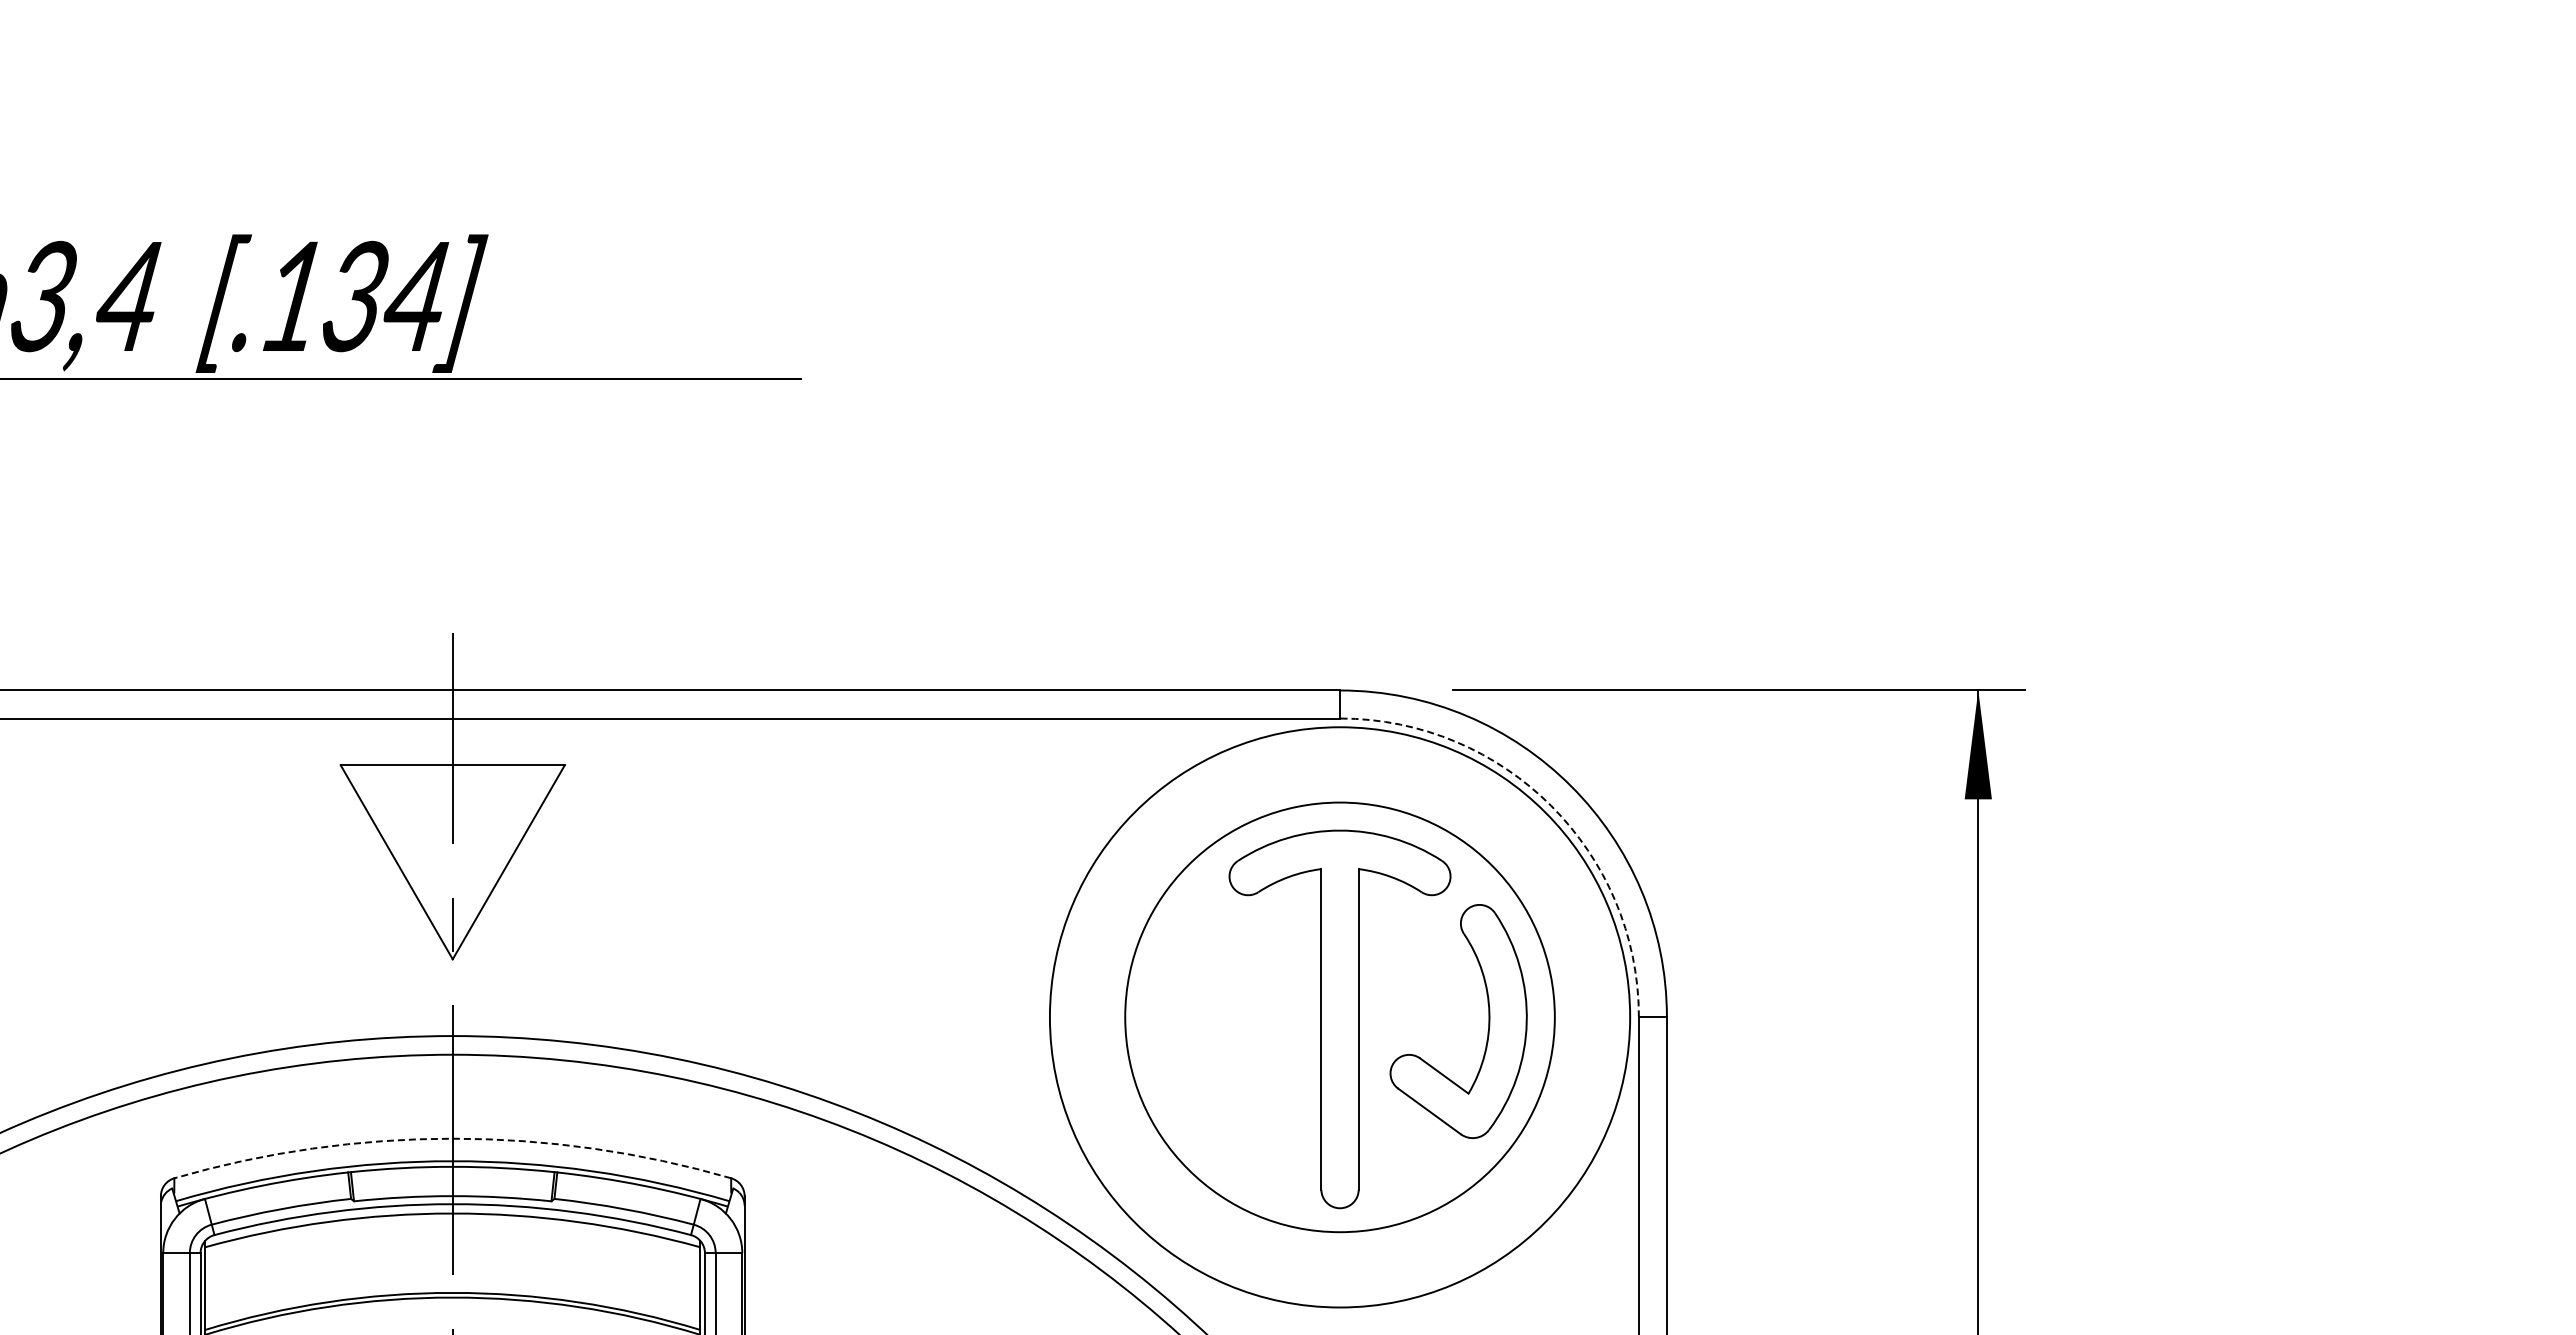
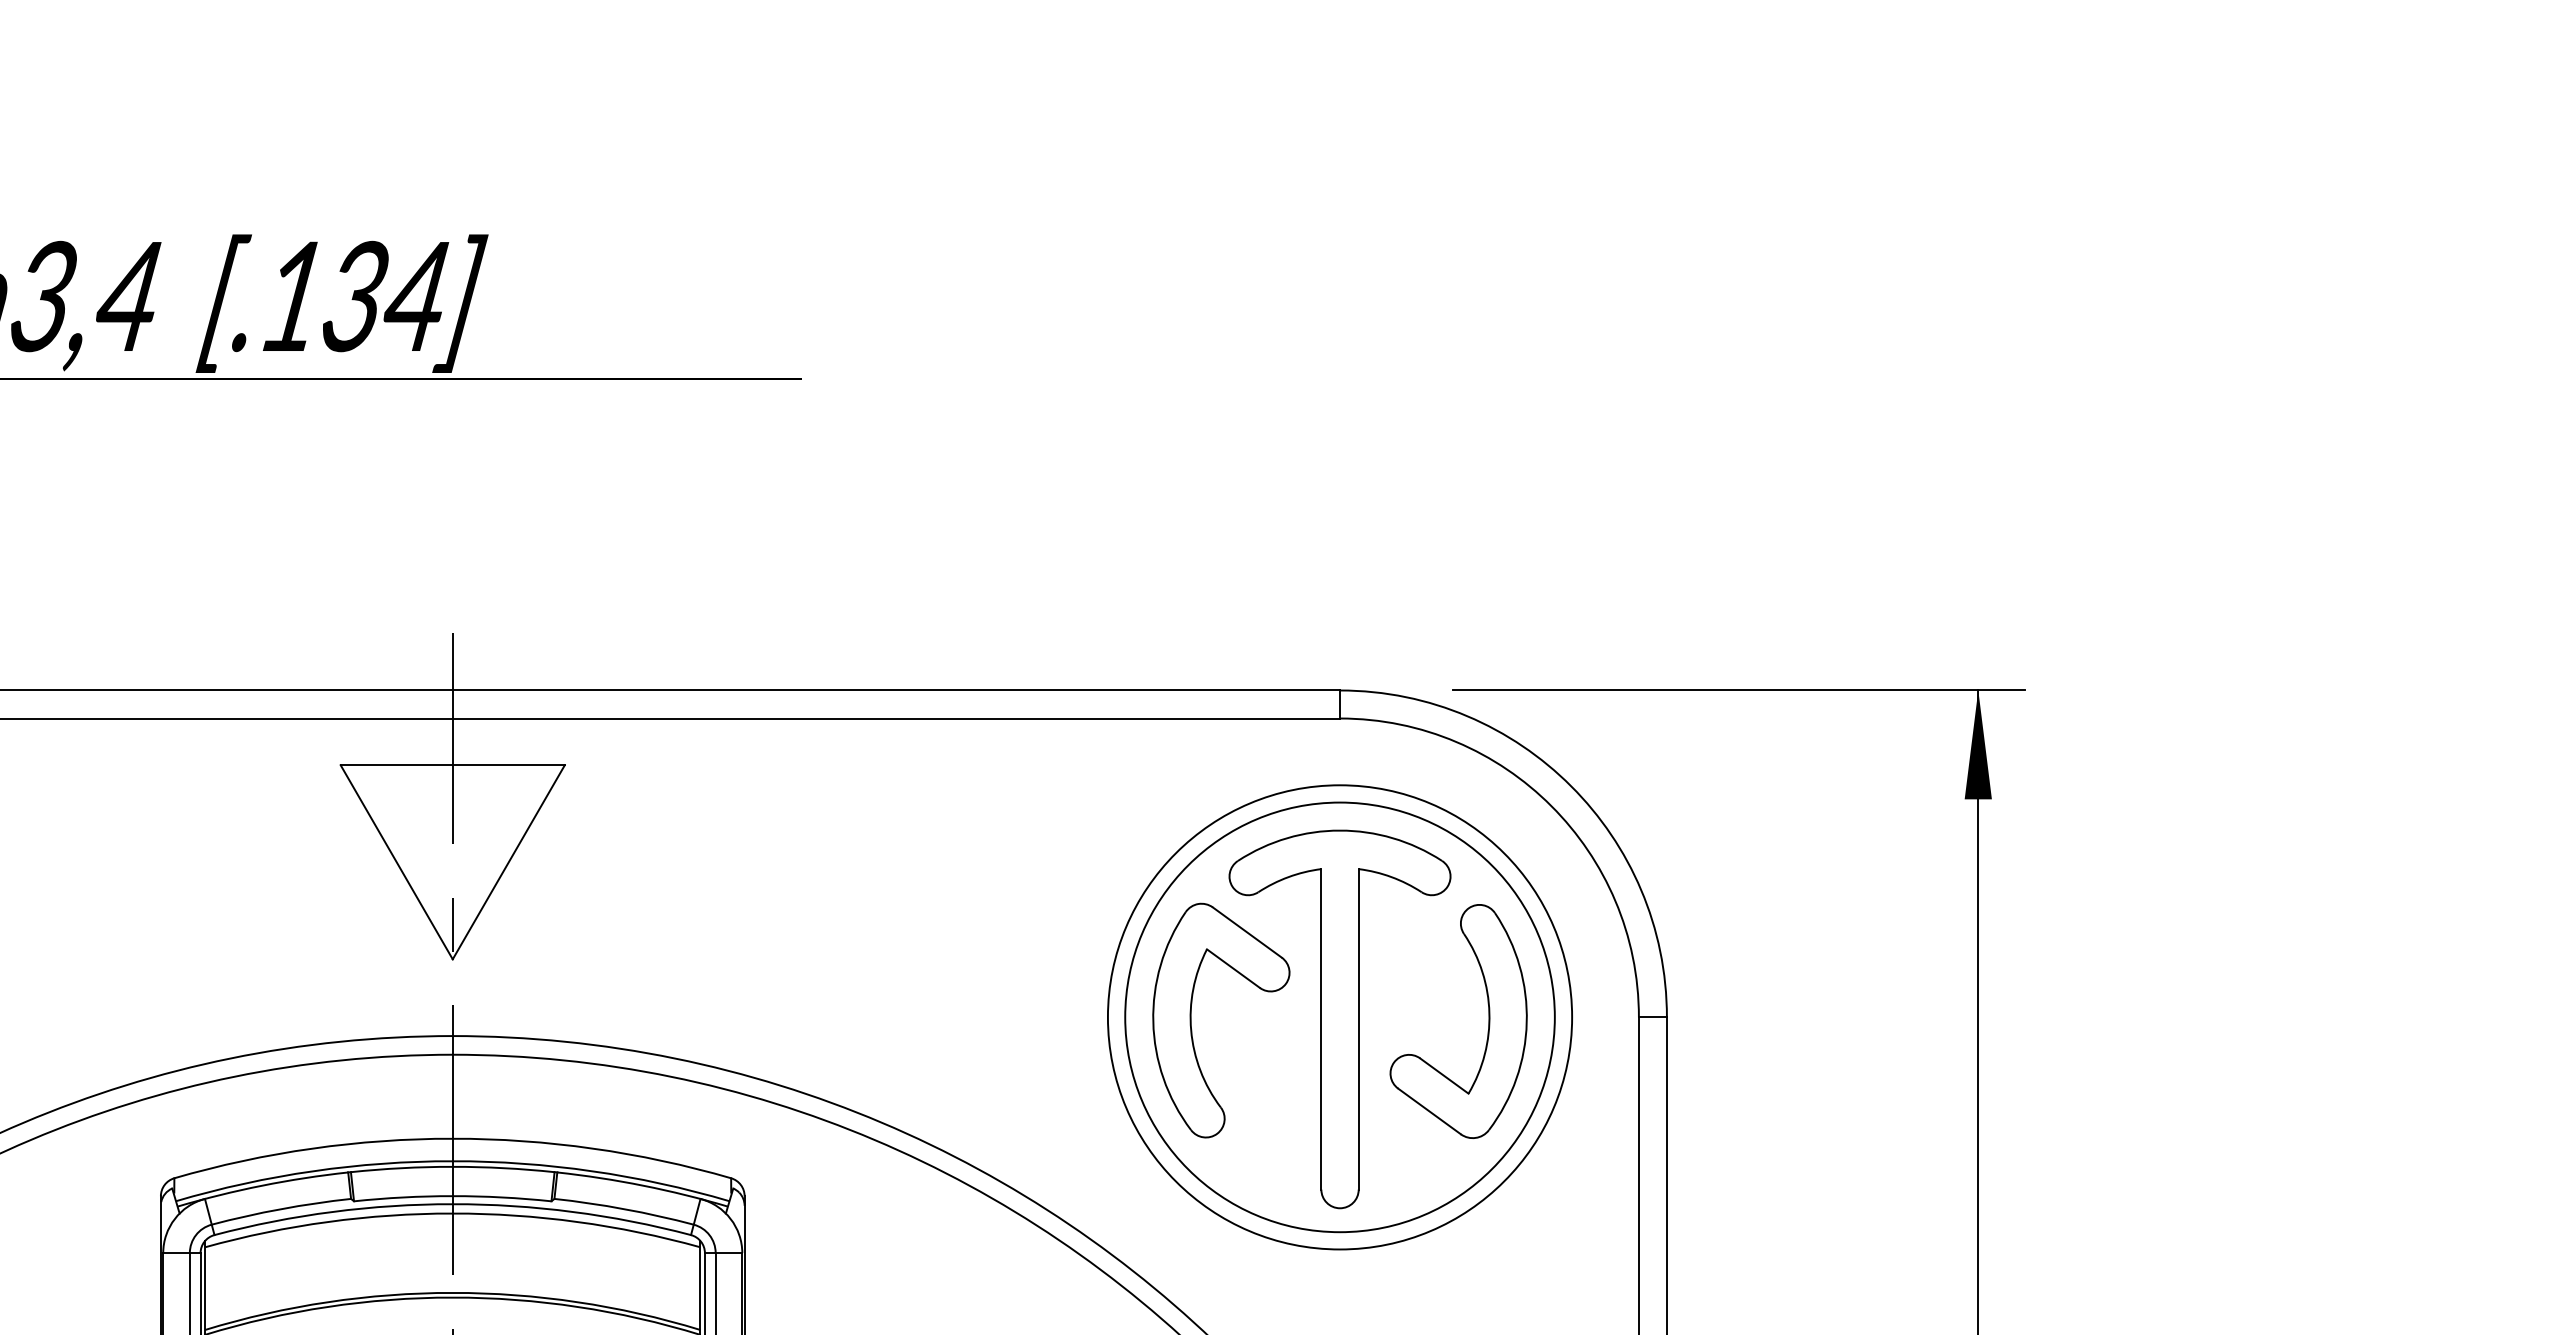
arc at (1551, 806): dashed -> solid
circle at (1339, 1017) diameter: 580 px -> 464 px
part at (1191, 1020): none -> present
arc at (452, 1138): dashed -> solid
